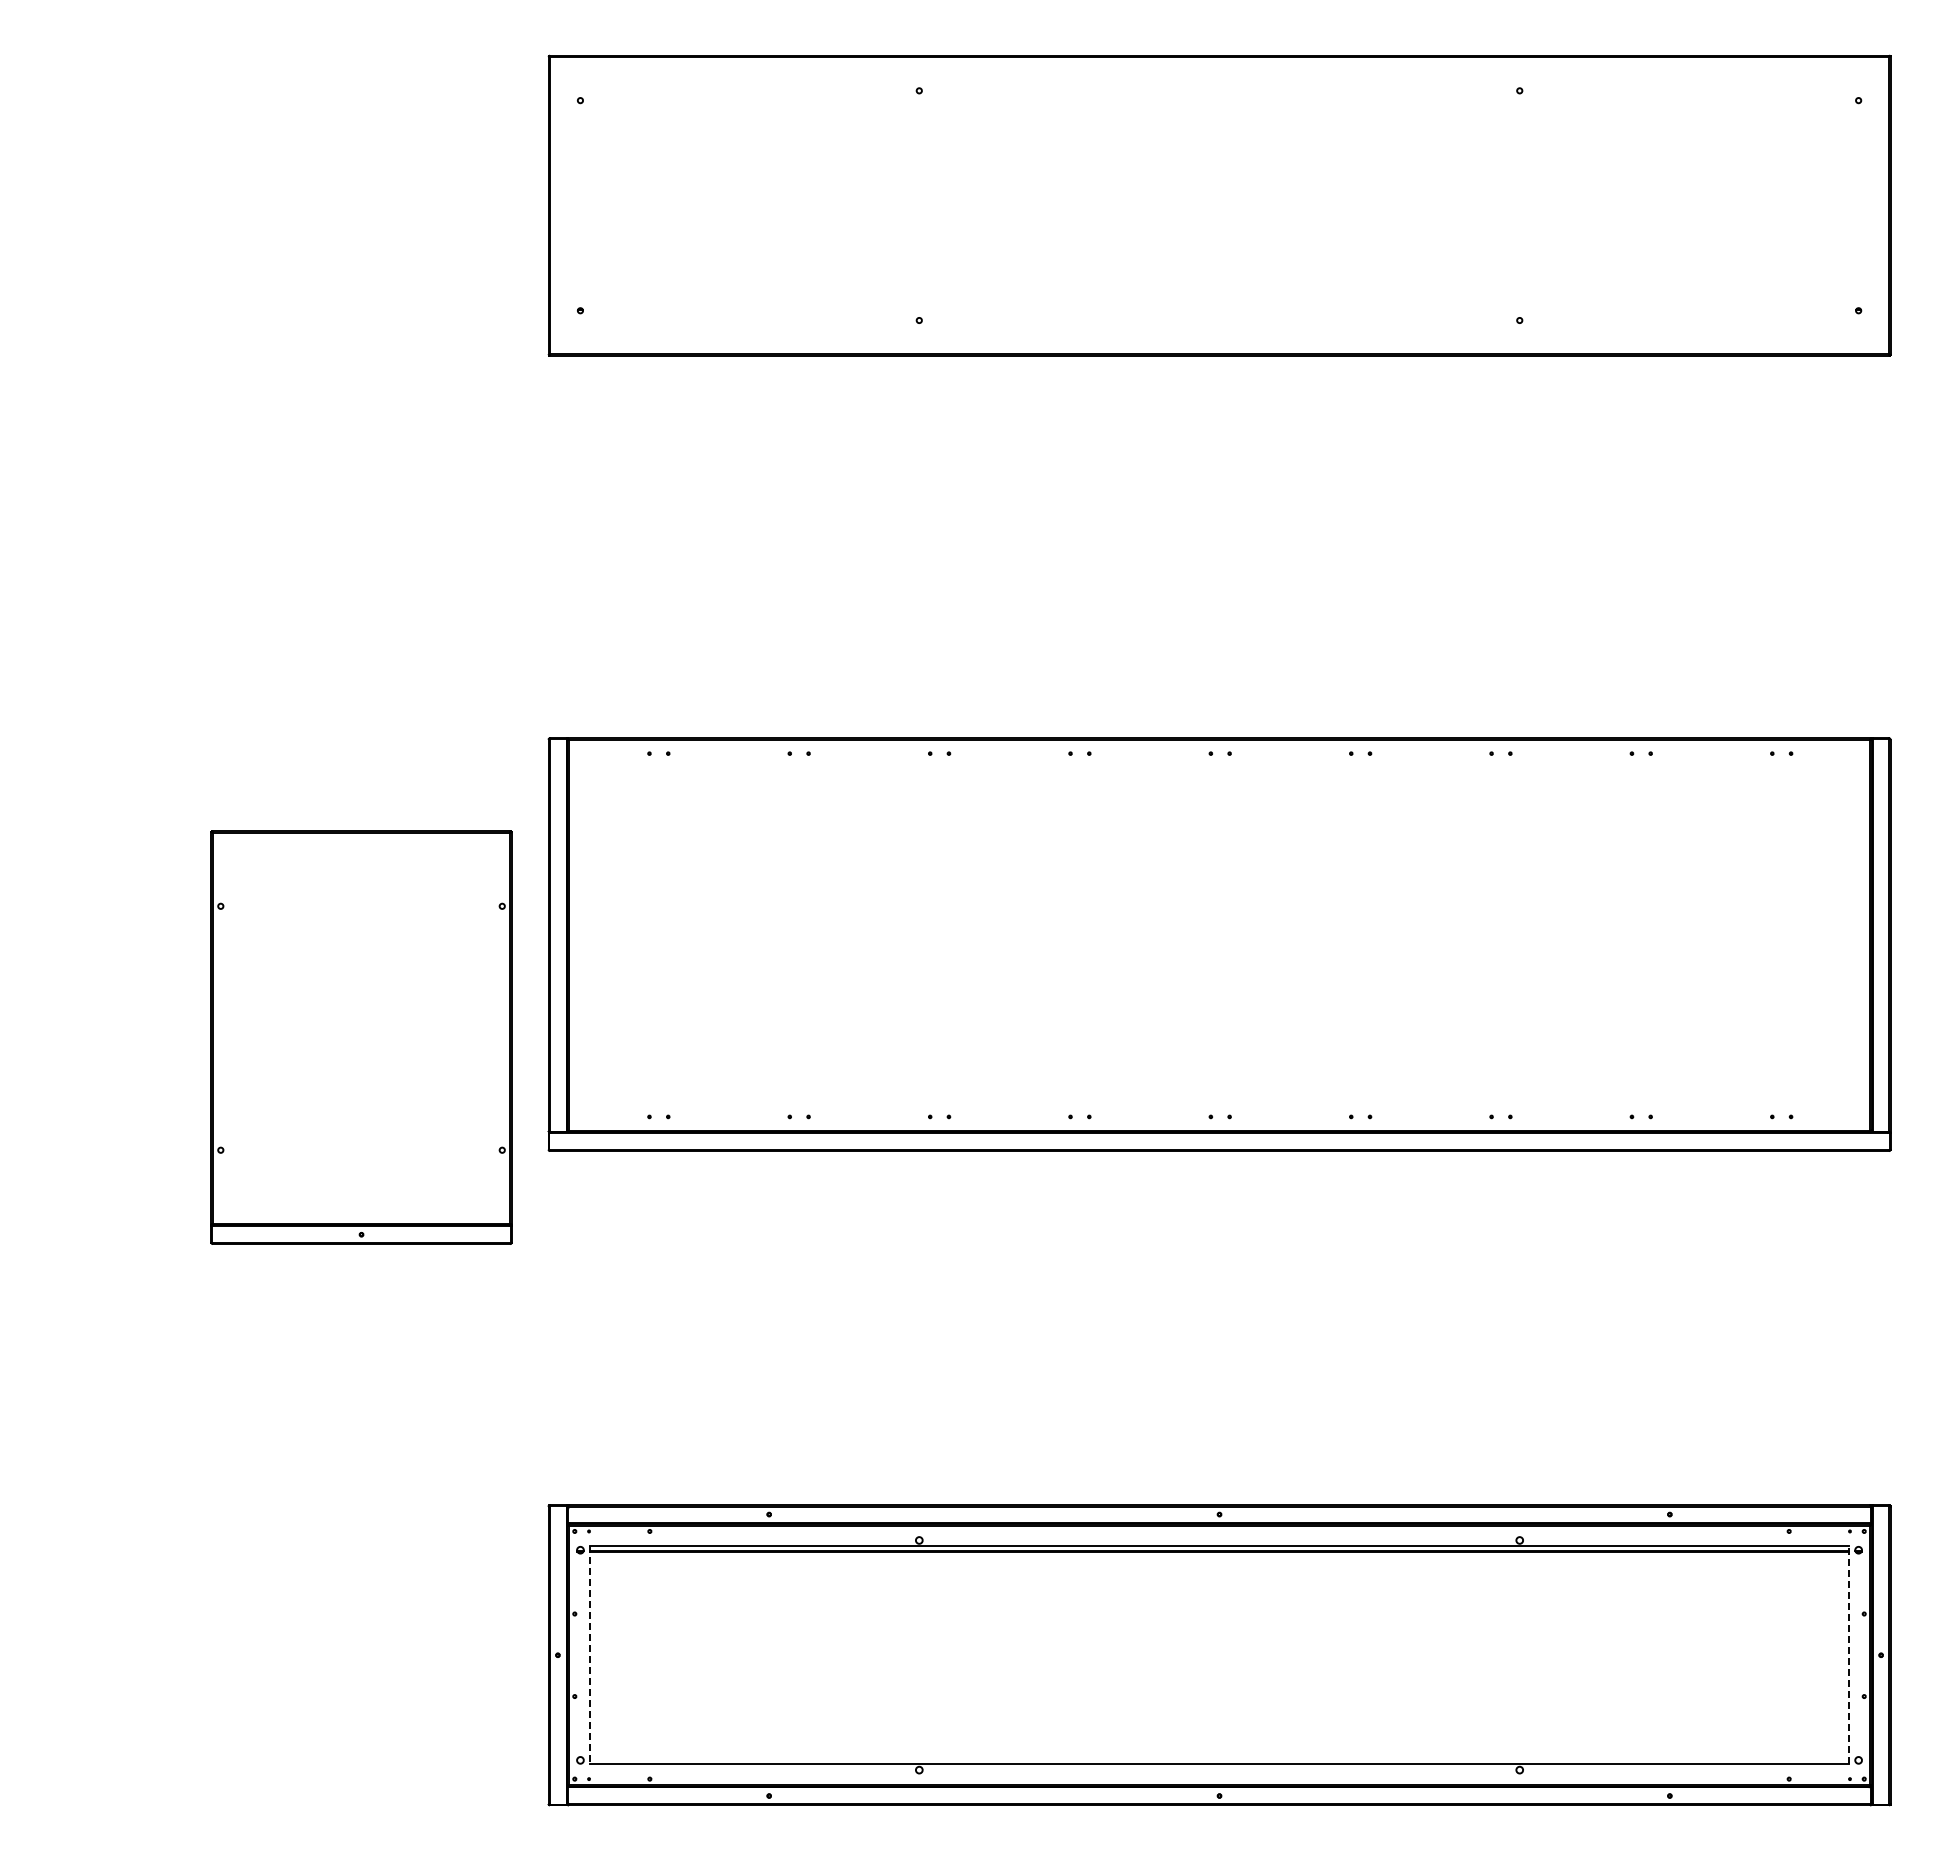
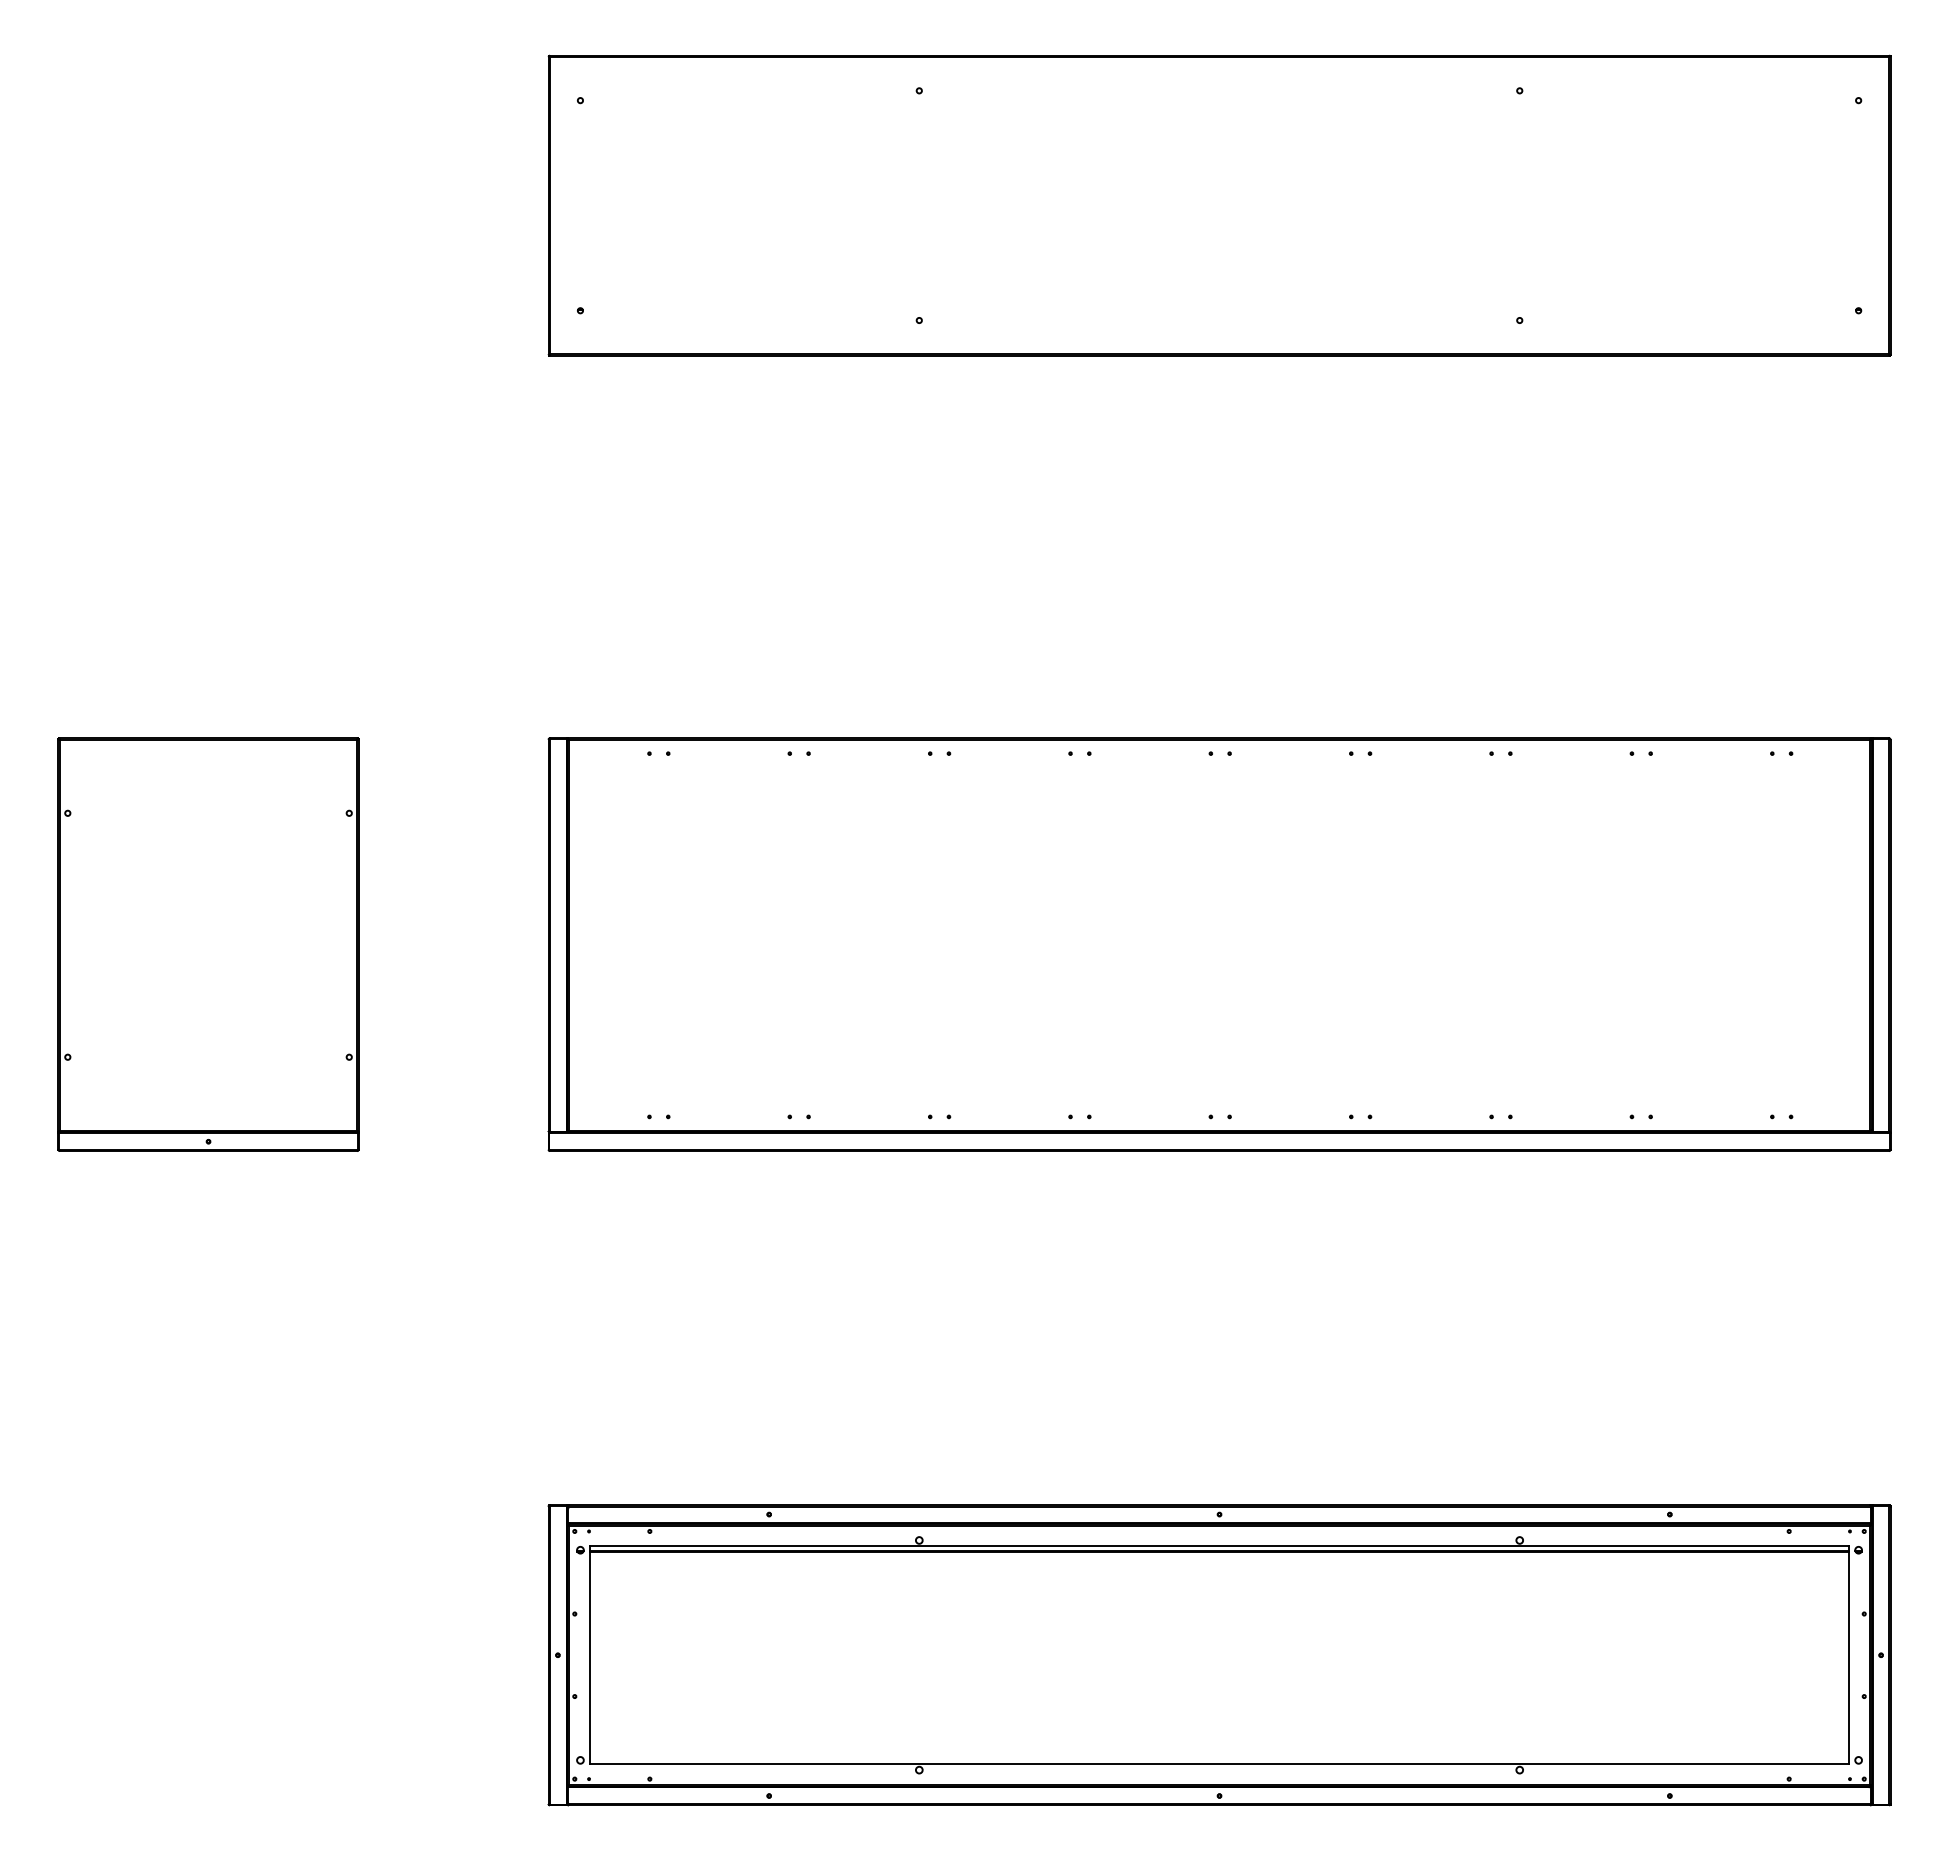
part at (361, 1037) position: (361, 1037) -> (208, 944)
line at (589, 1655): dashed -> solid
line at (1849, 1655): dashed -> solid
